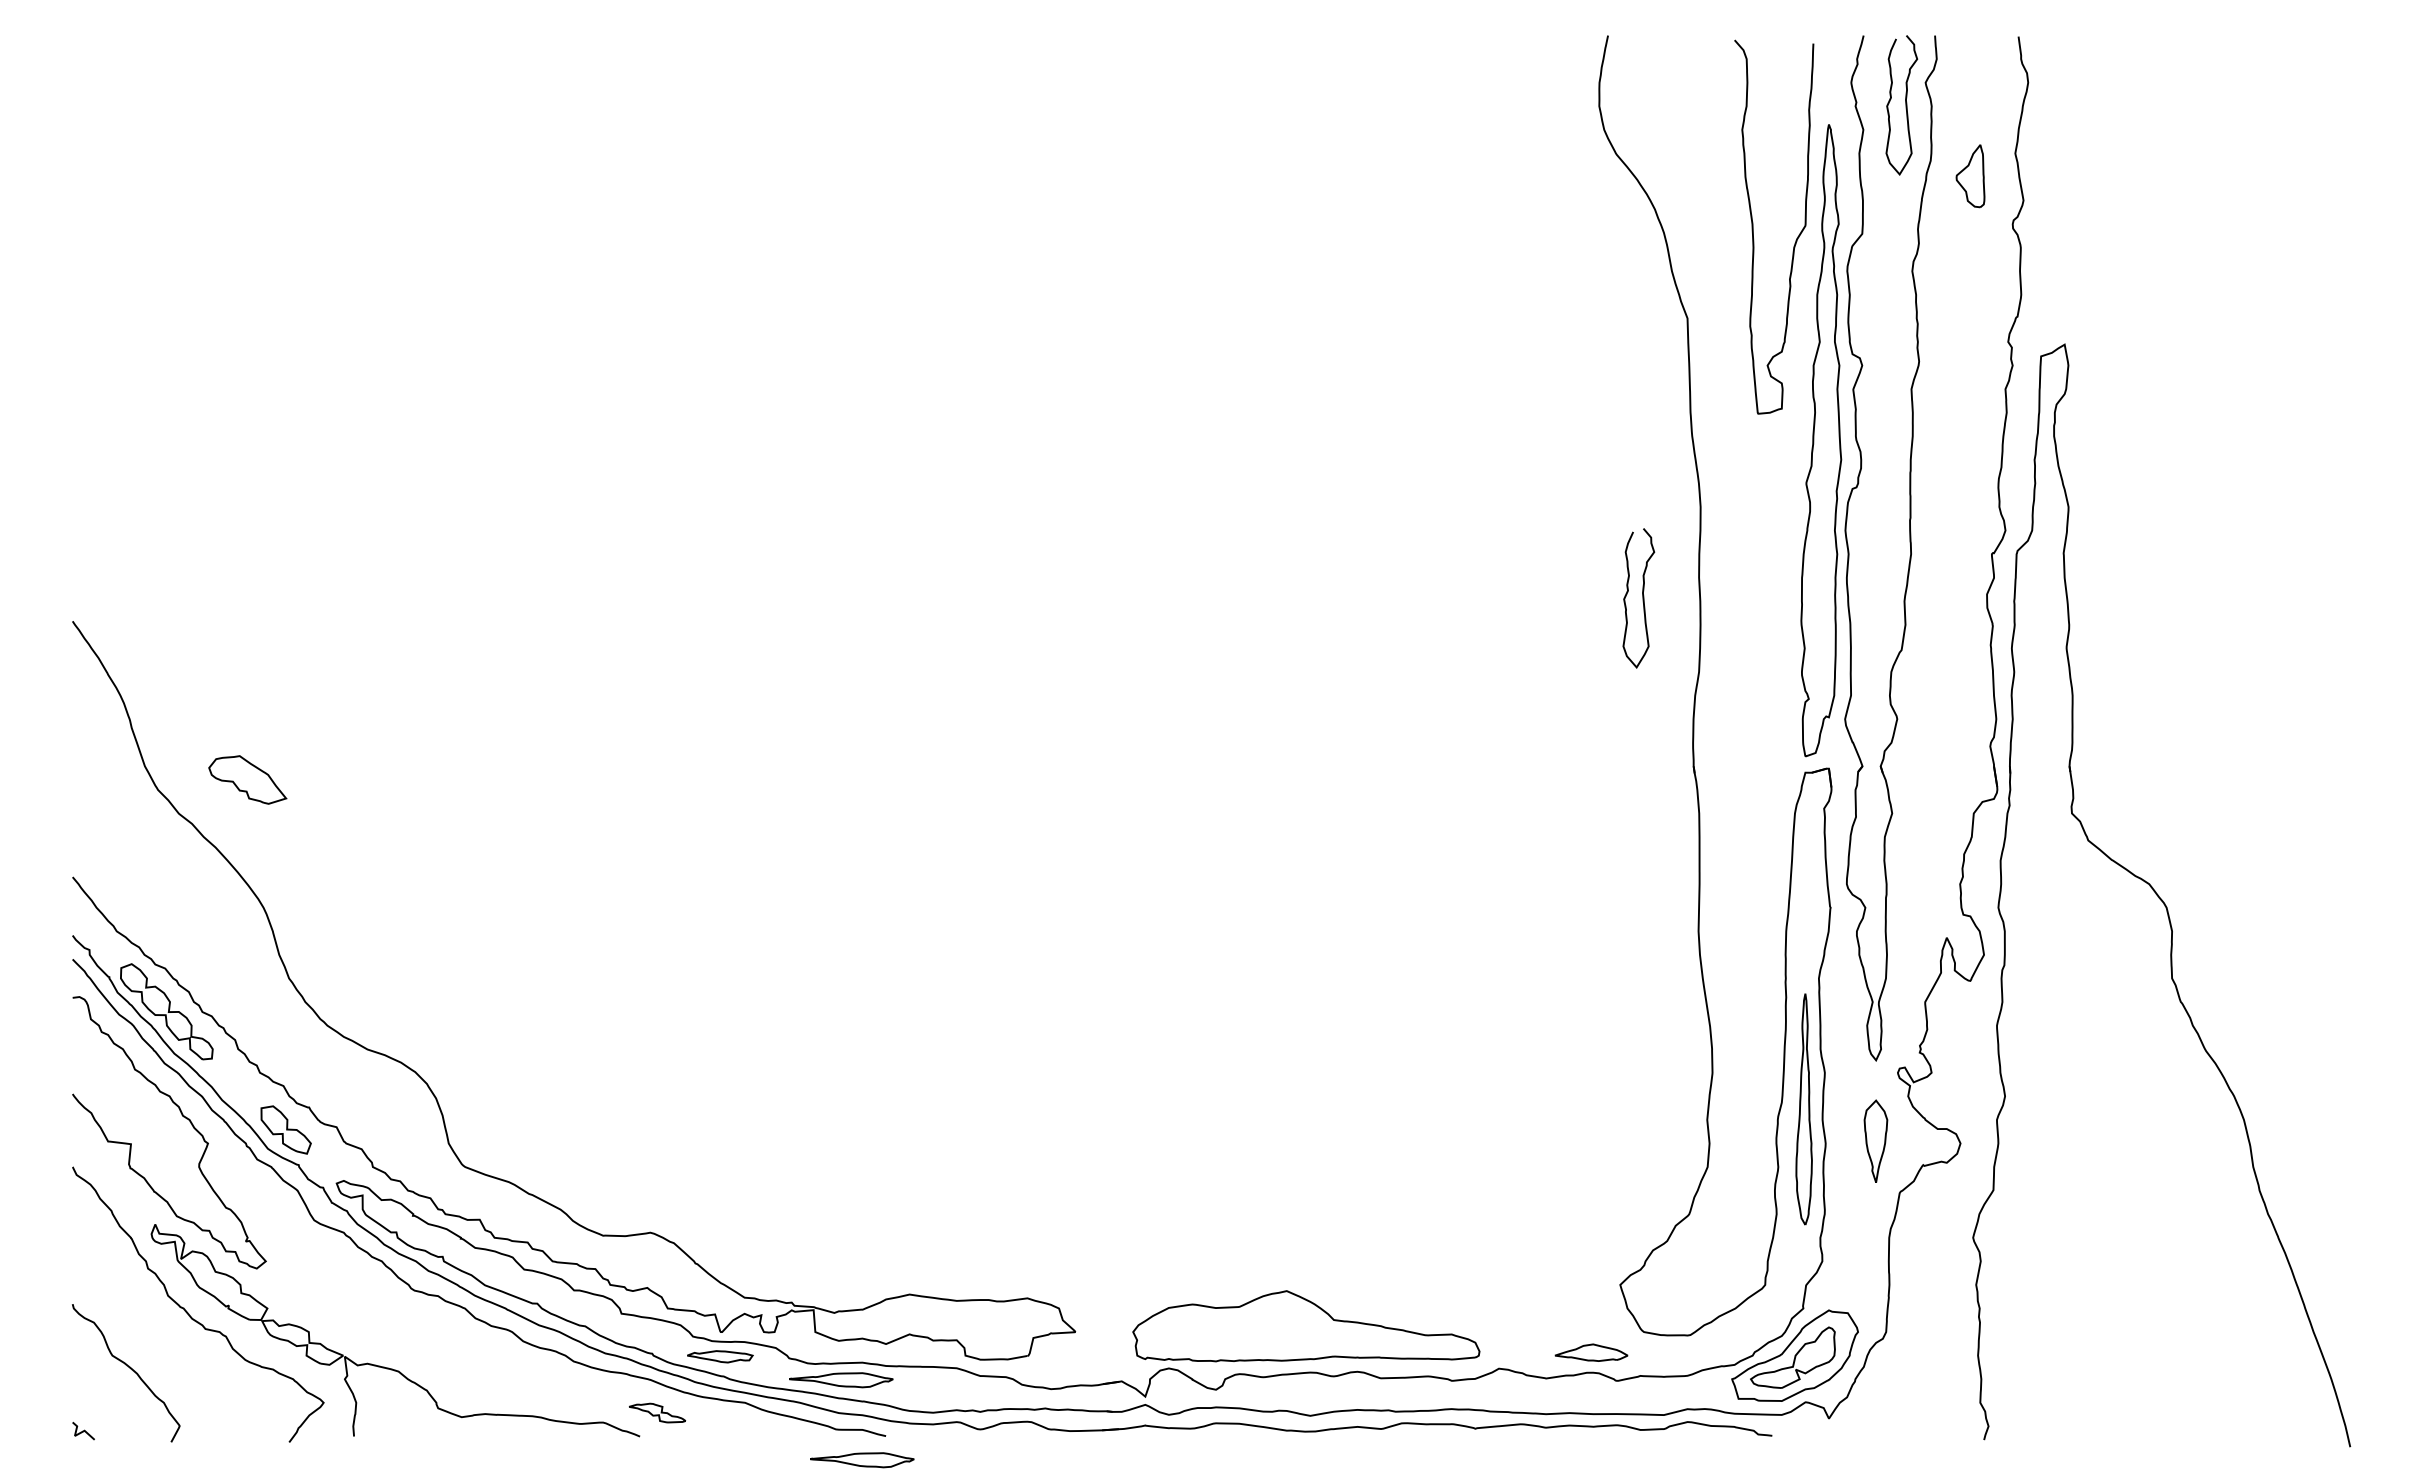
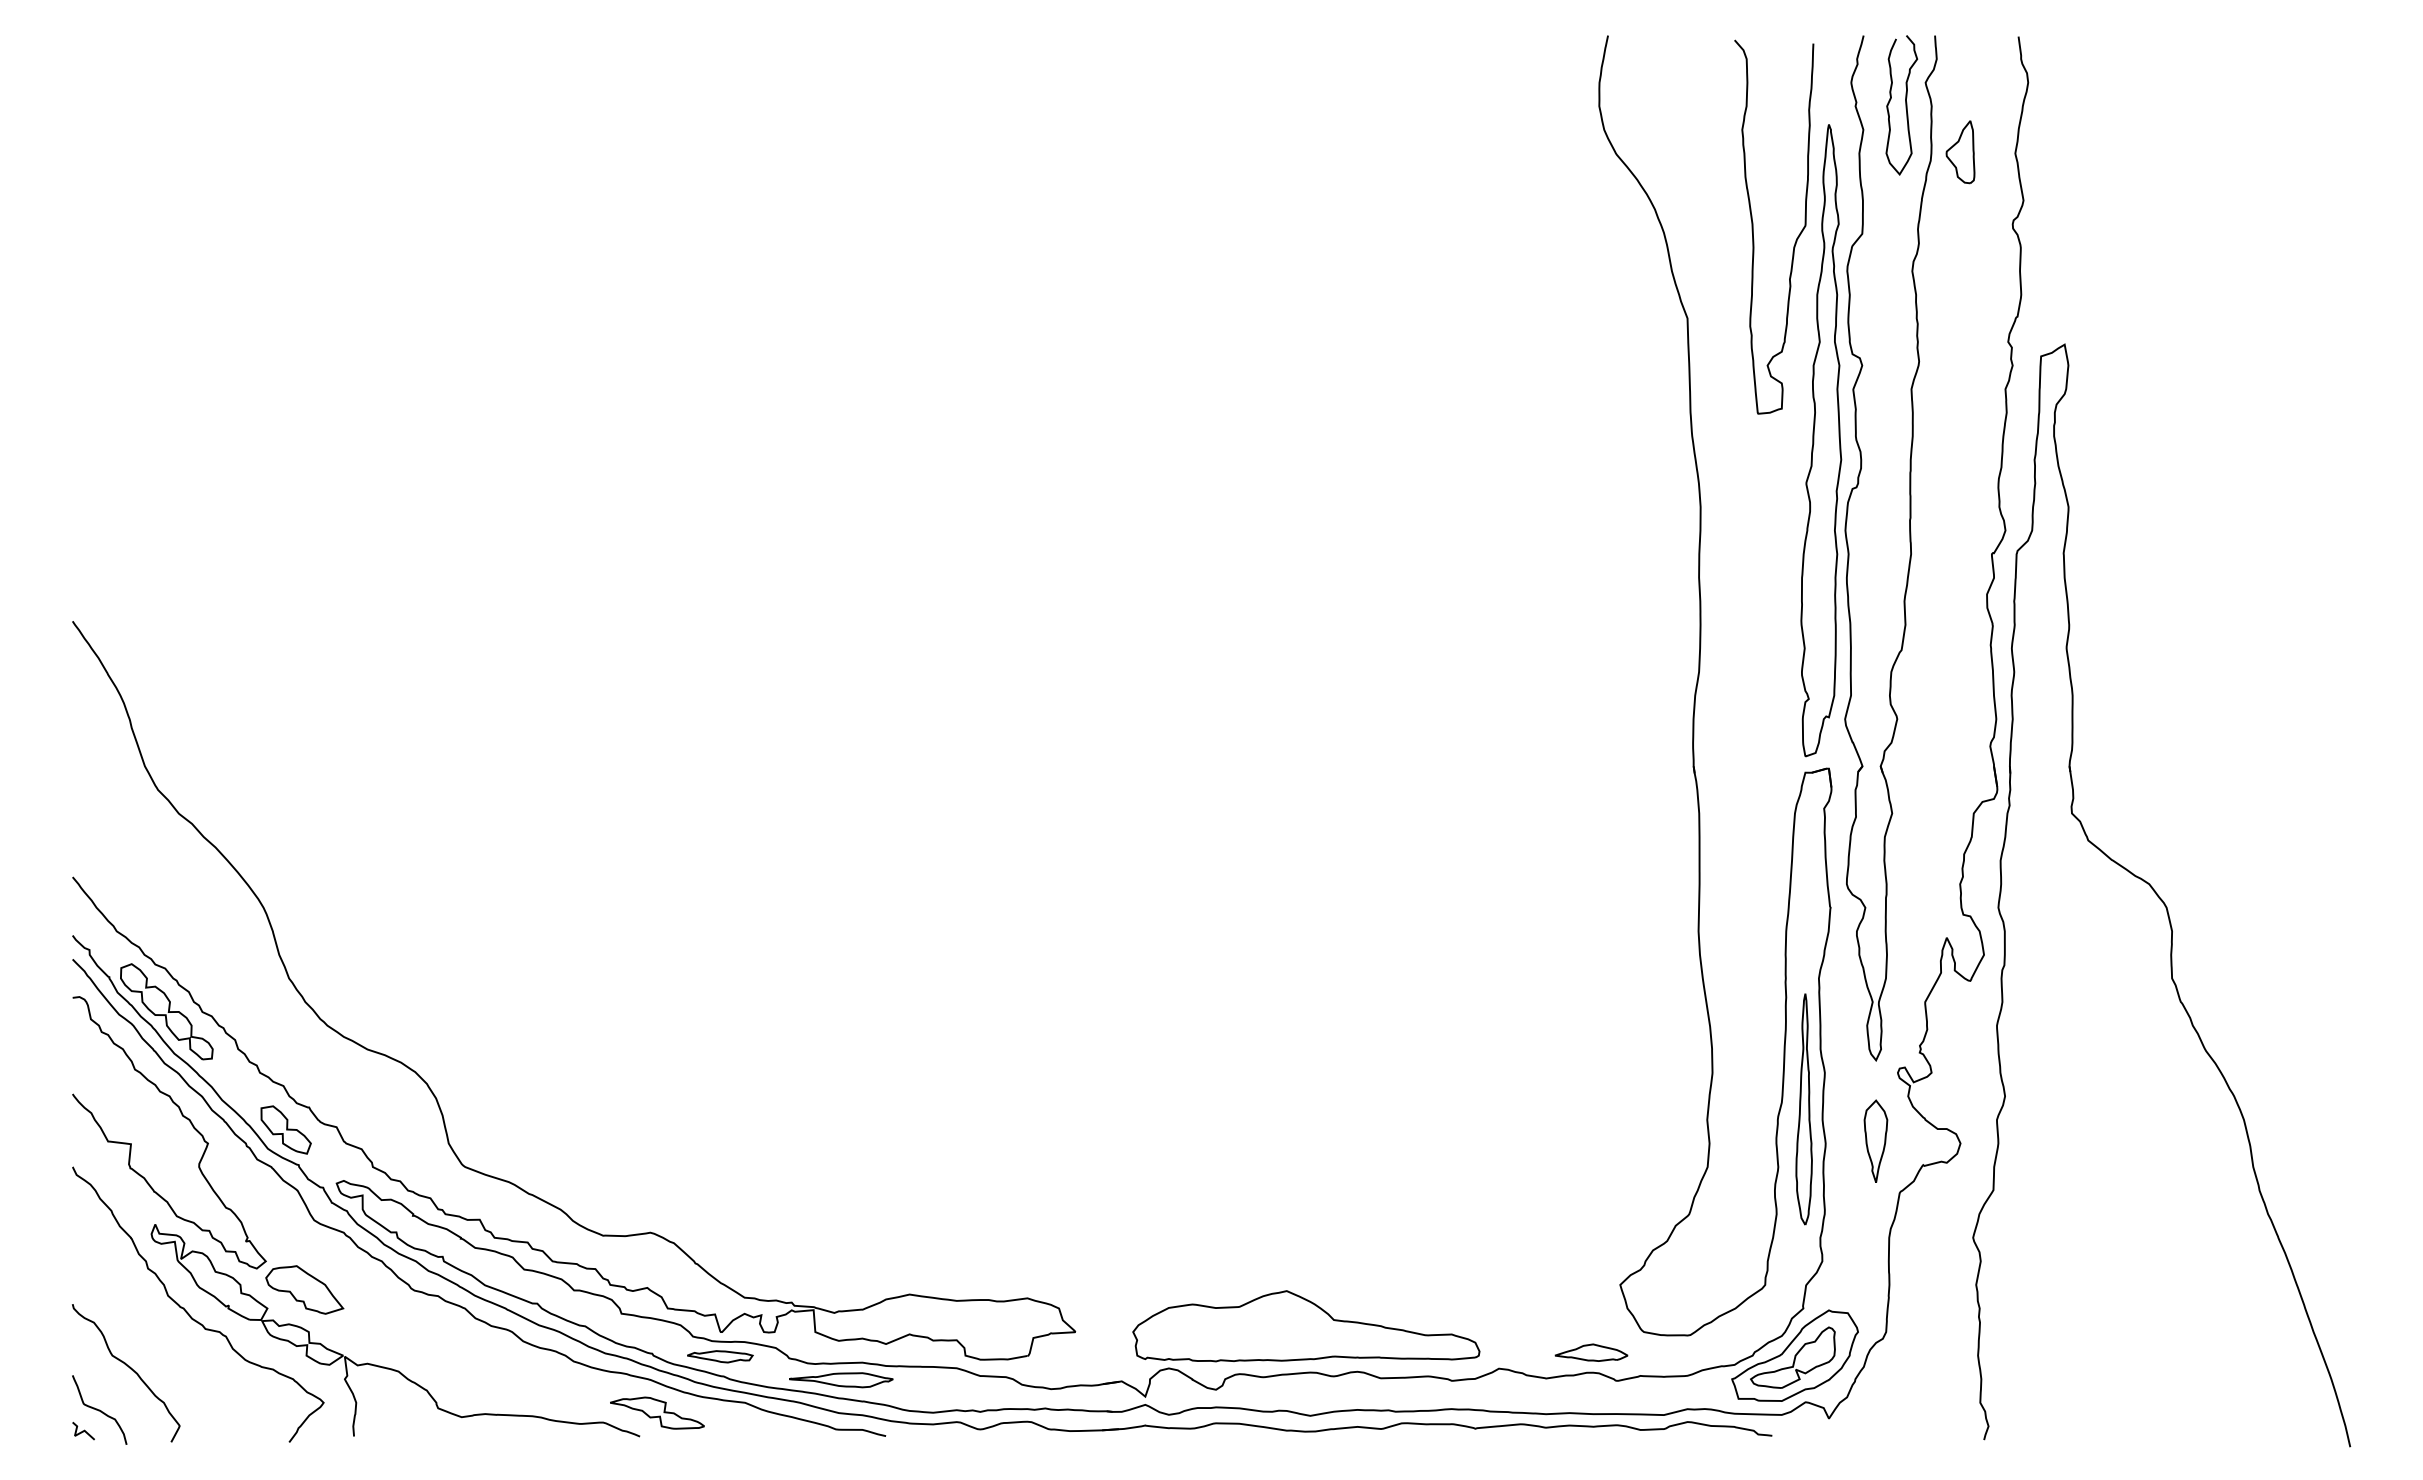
part at (1970, 176) position: (1970, 176) -> (1960, 152)
curve at (1642, 598): present -> none
part at (247, 779) position: (247, 779) -> (304, 1289)
curve at (99, 1409): none -> present
part at (657, 1412) size: 58x22 px -> 95x34 px
part at (862, 1460): present -> none
